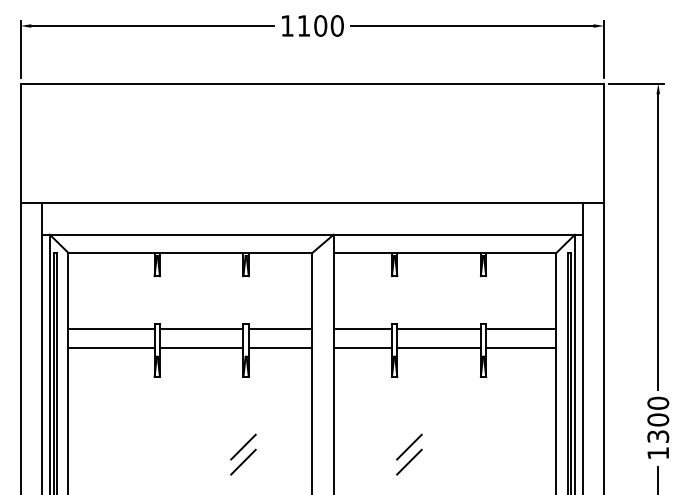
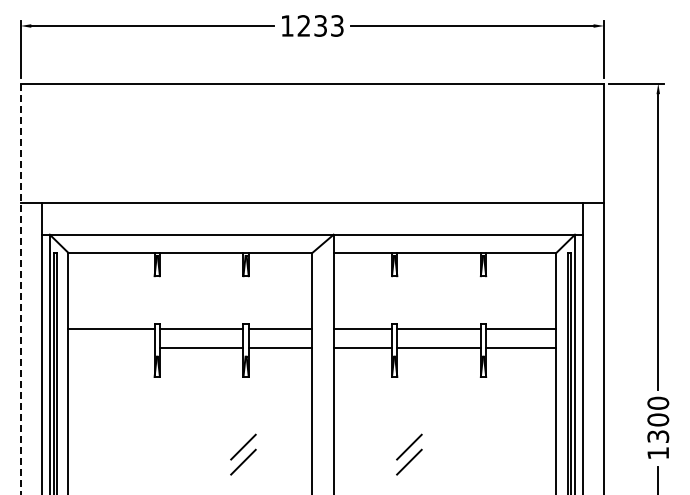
text at (320, 25): 1100 -> 1233
line at (20, 288): solid -> dashed
line at (111, 347): present -> none
